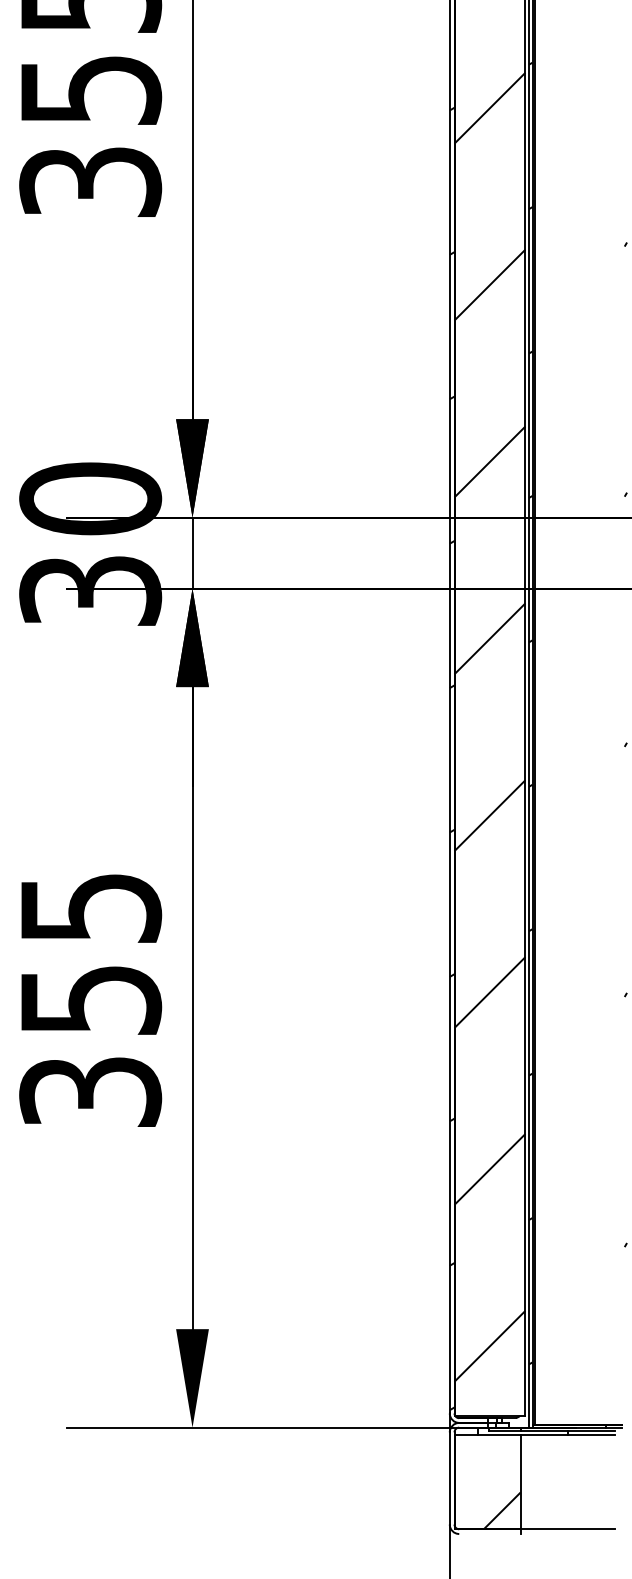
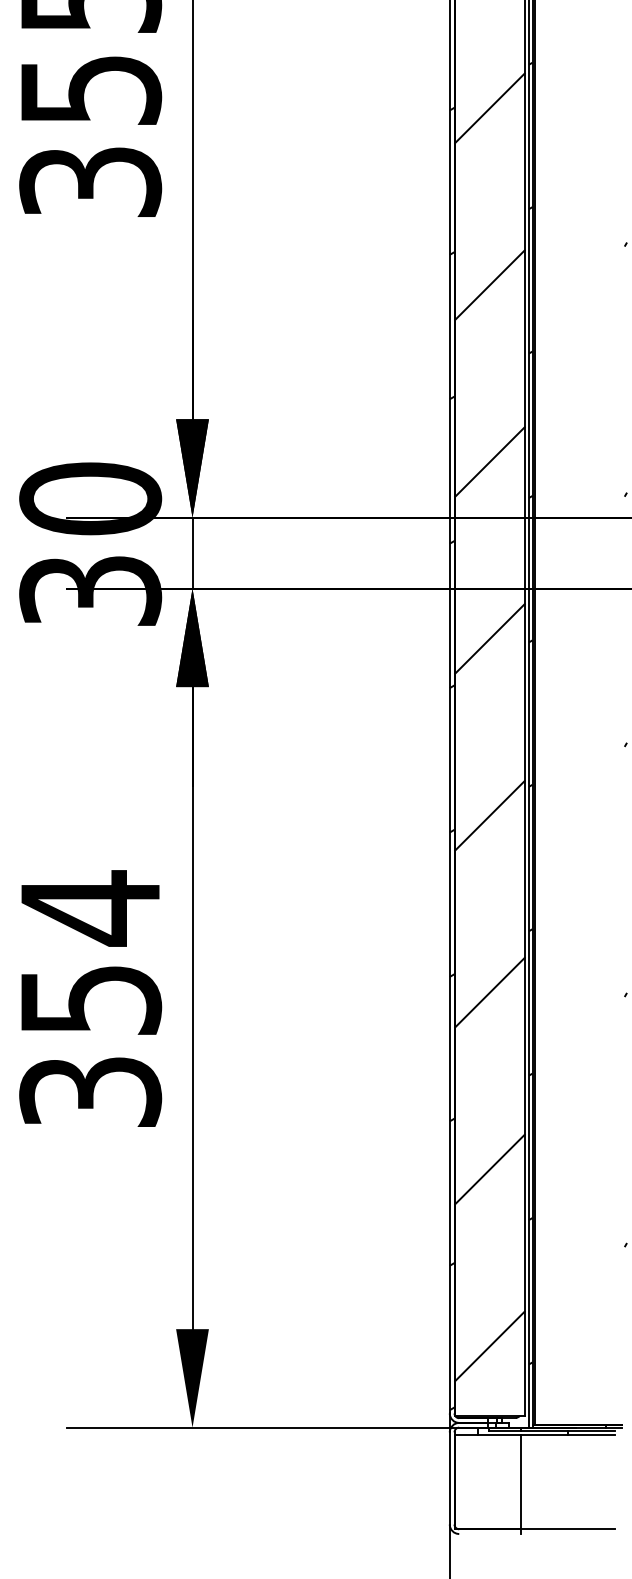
text at (91, 908): 355 -> 354
hatch at (501, 1510): present -> none
